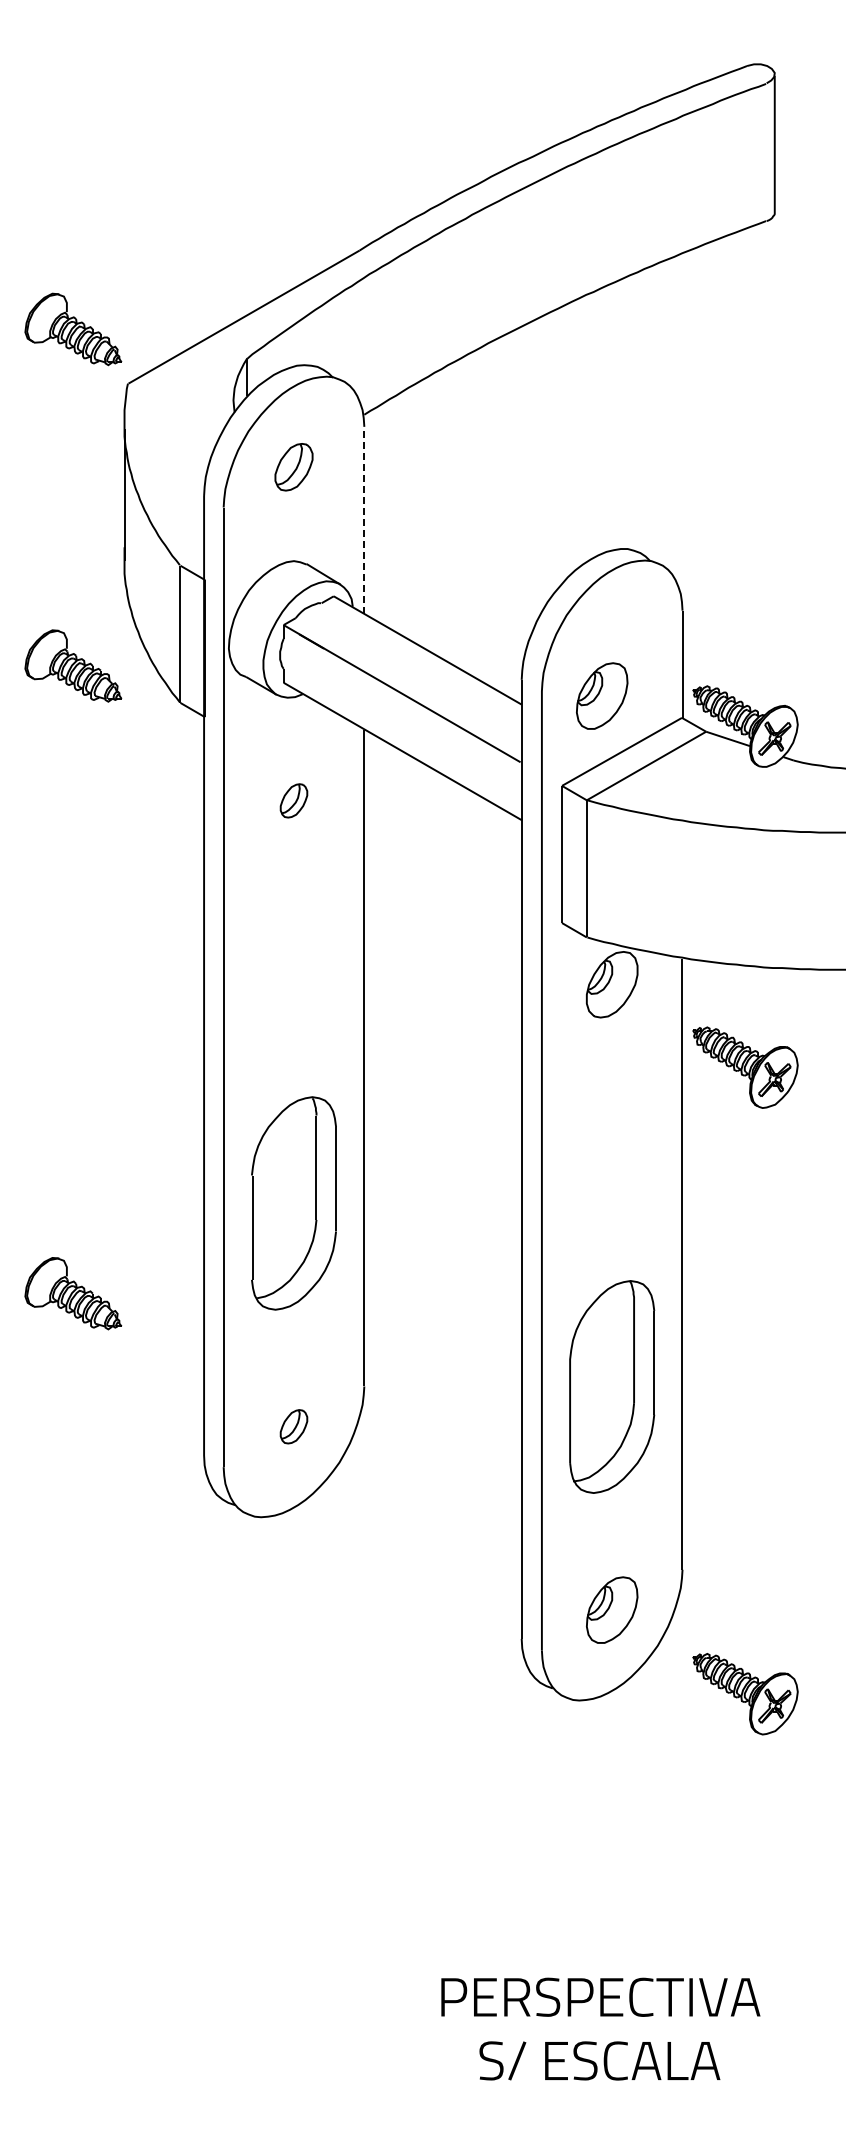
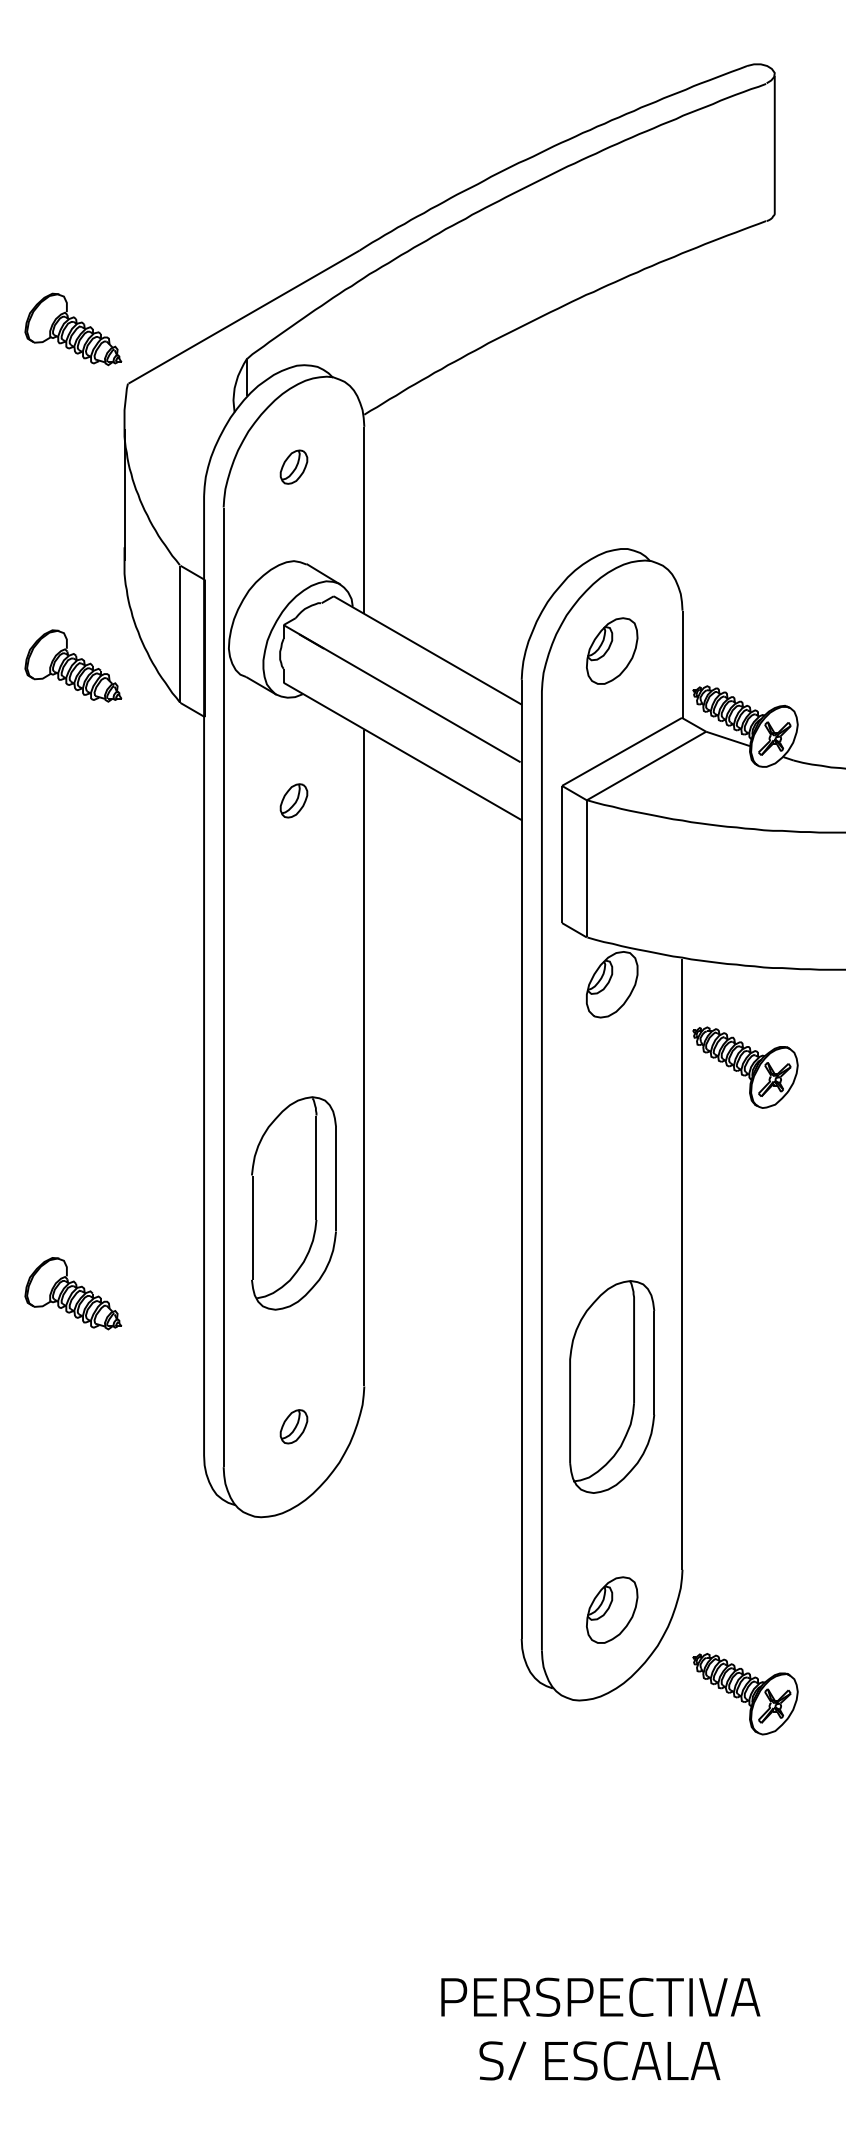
part at (293, 467) size: 40x49 px -> 30x36 px
line at (364, 519): dashed -> solid
part at (602, 695) position: (602, 695) -> (612, 650)
